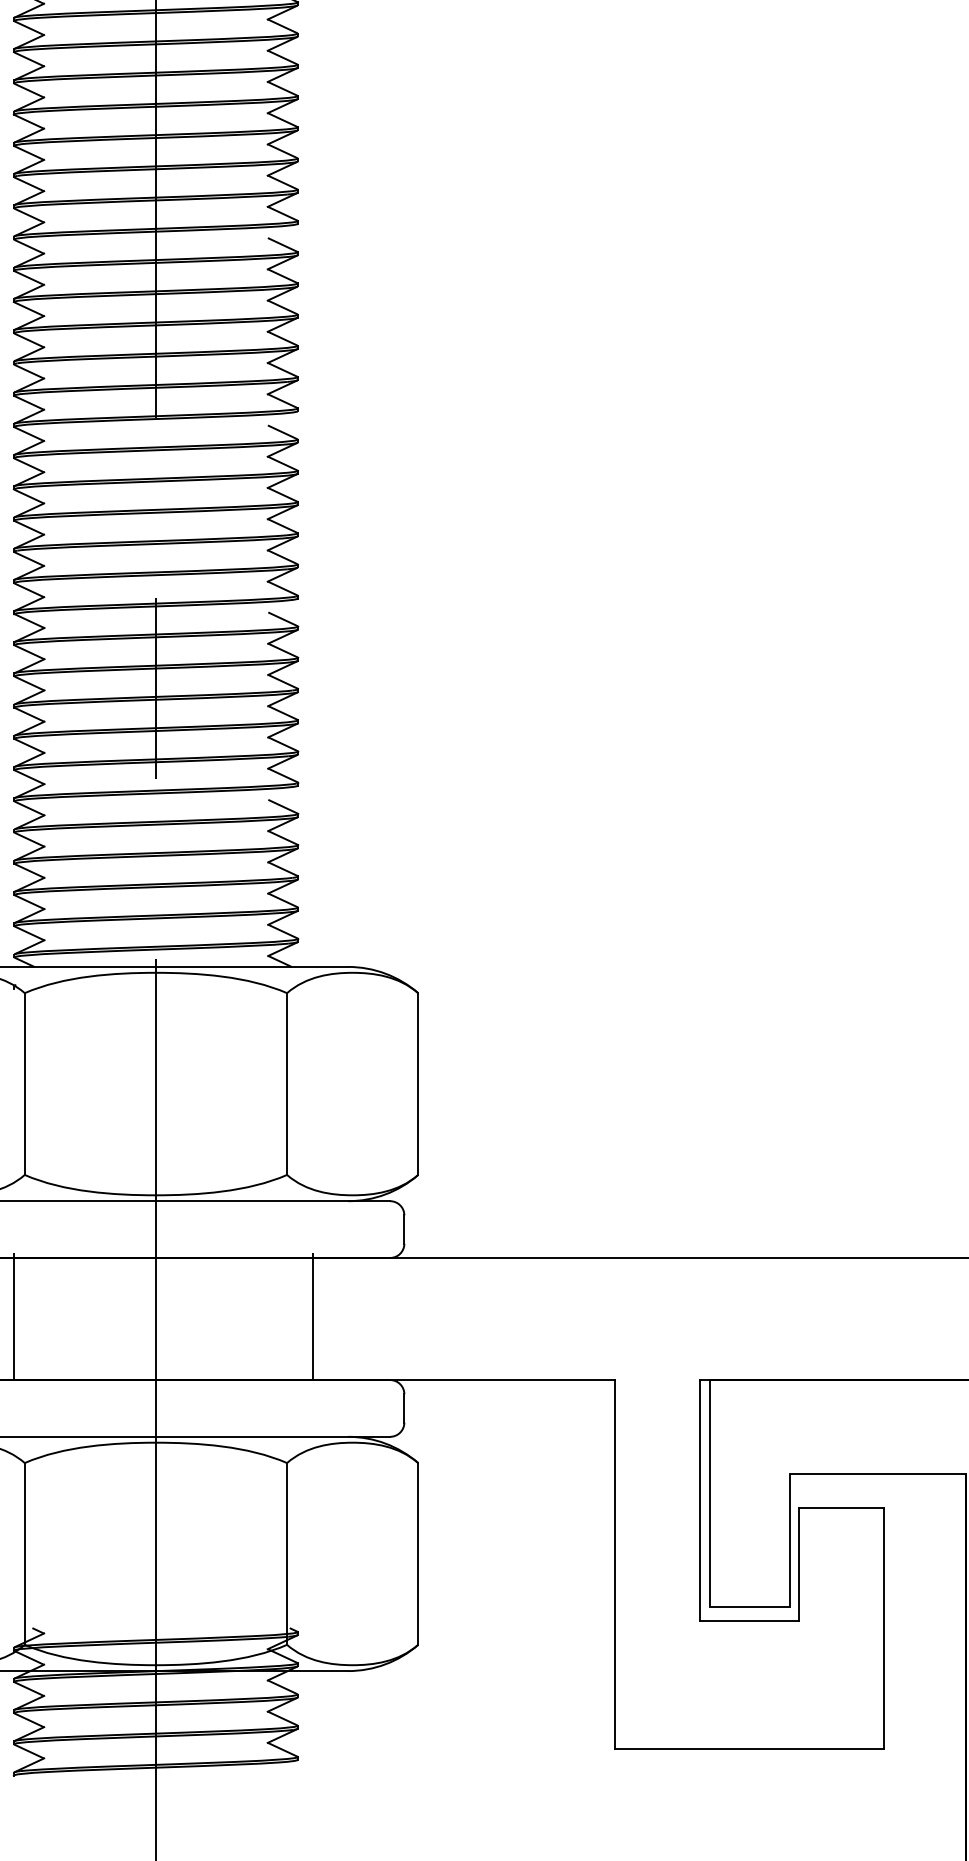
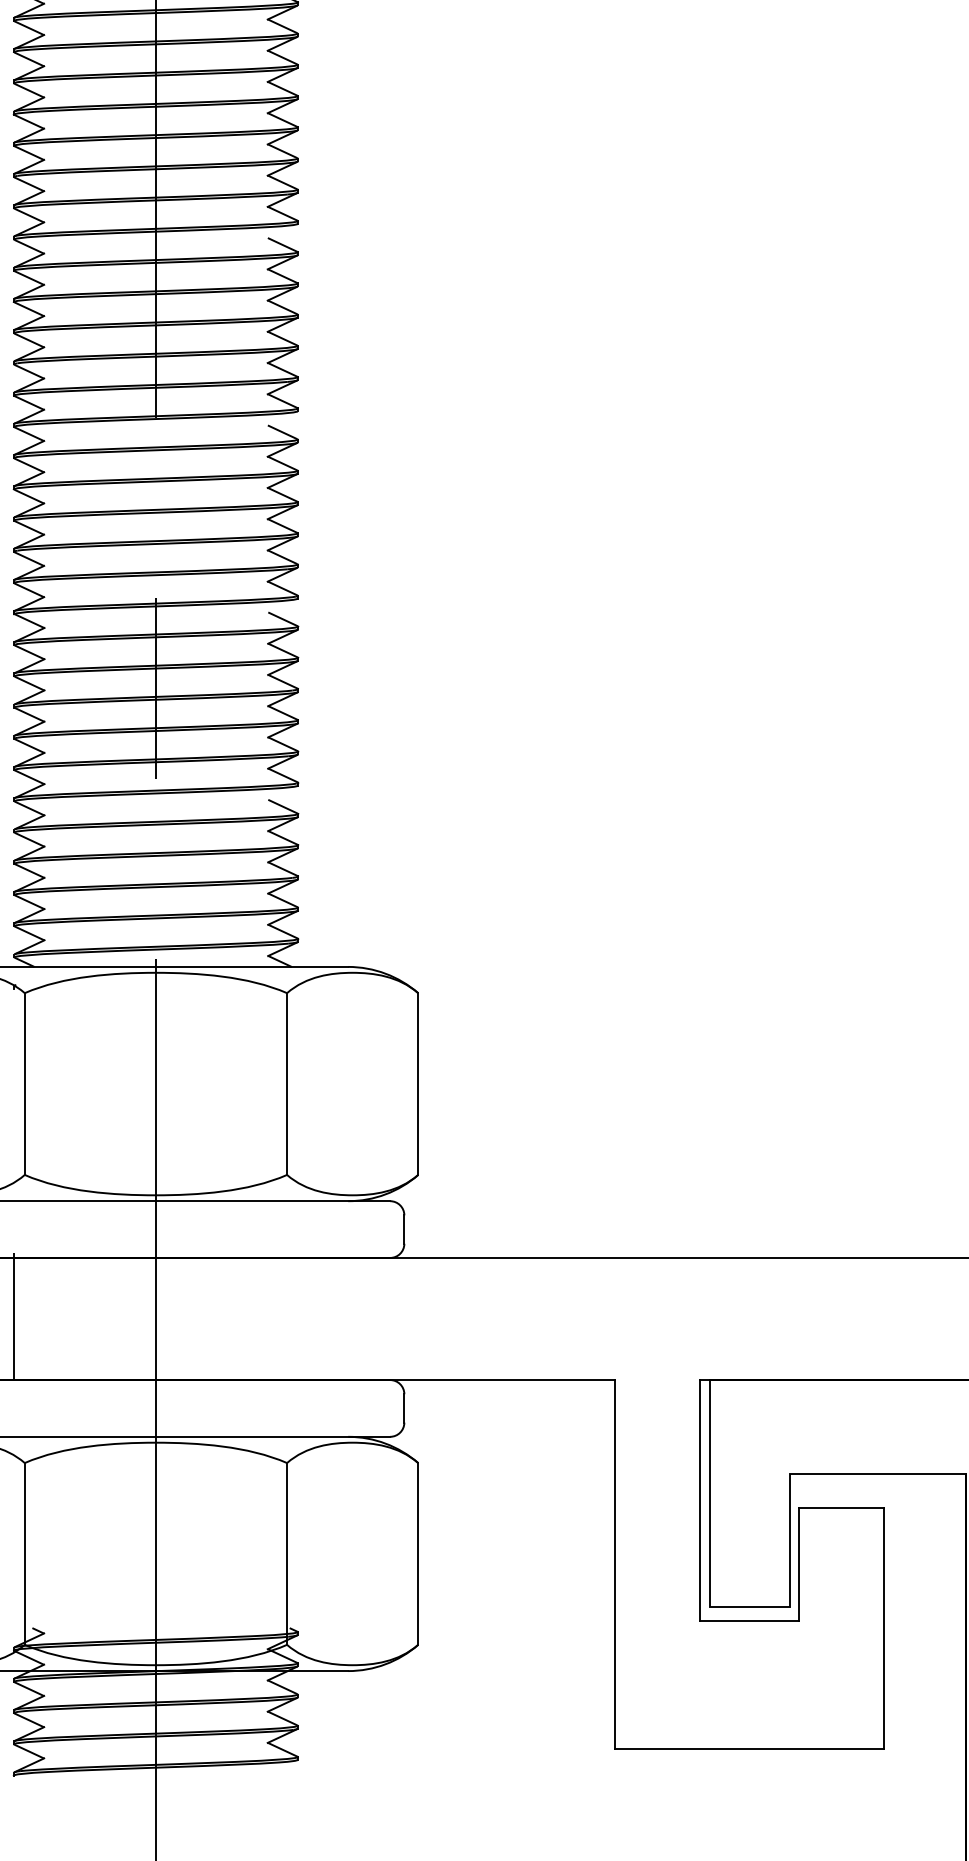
line at (312, 1316): present -> none
